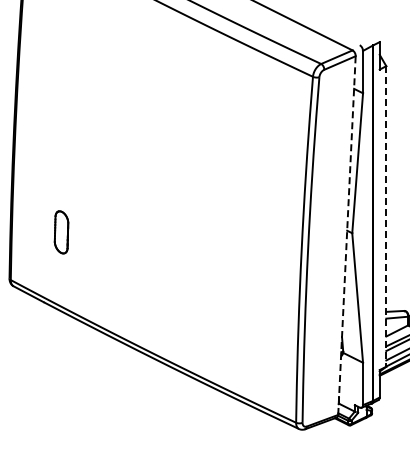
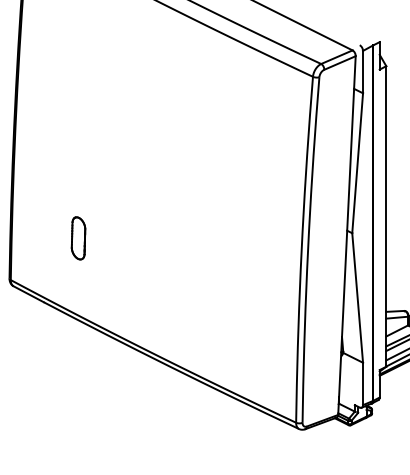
line at (386, 216): dashed -> solid
part at (61, 232) position: (61, 232) -> (78, 238)
line at (346, 235): dashed -> solid
